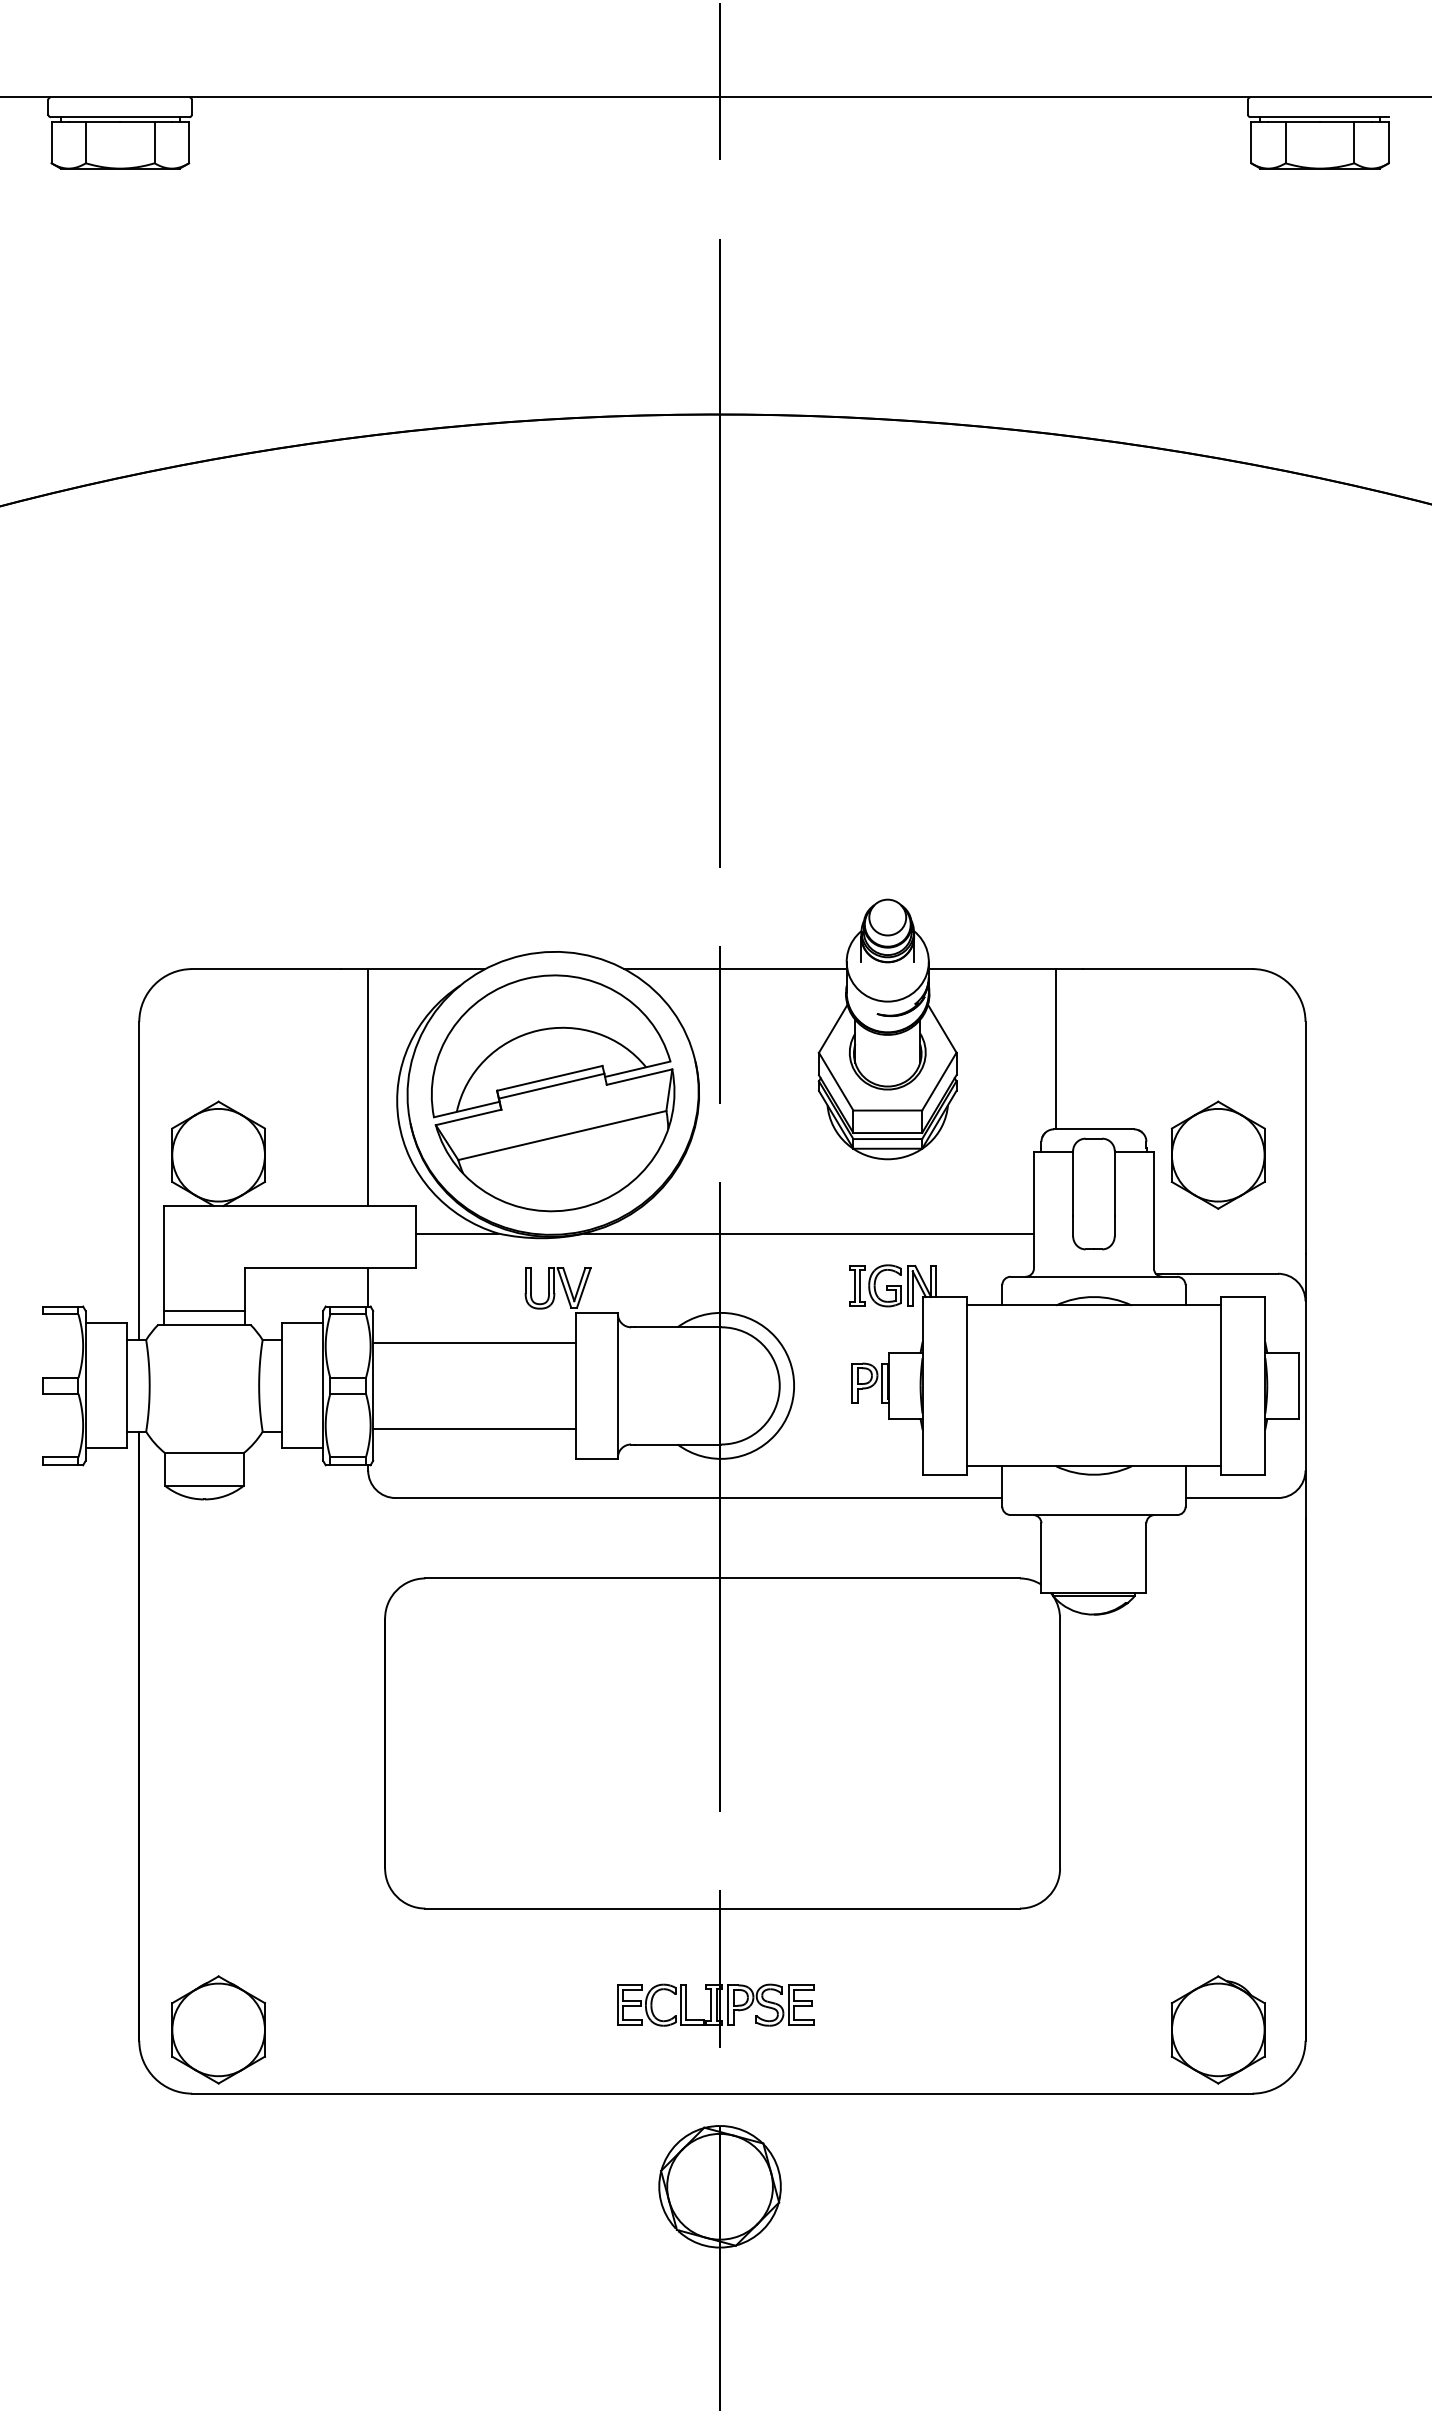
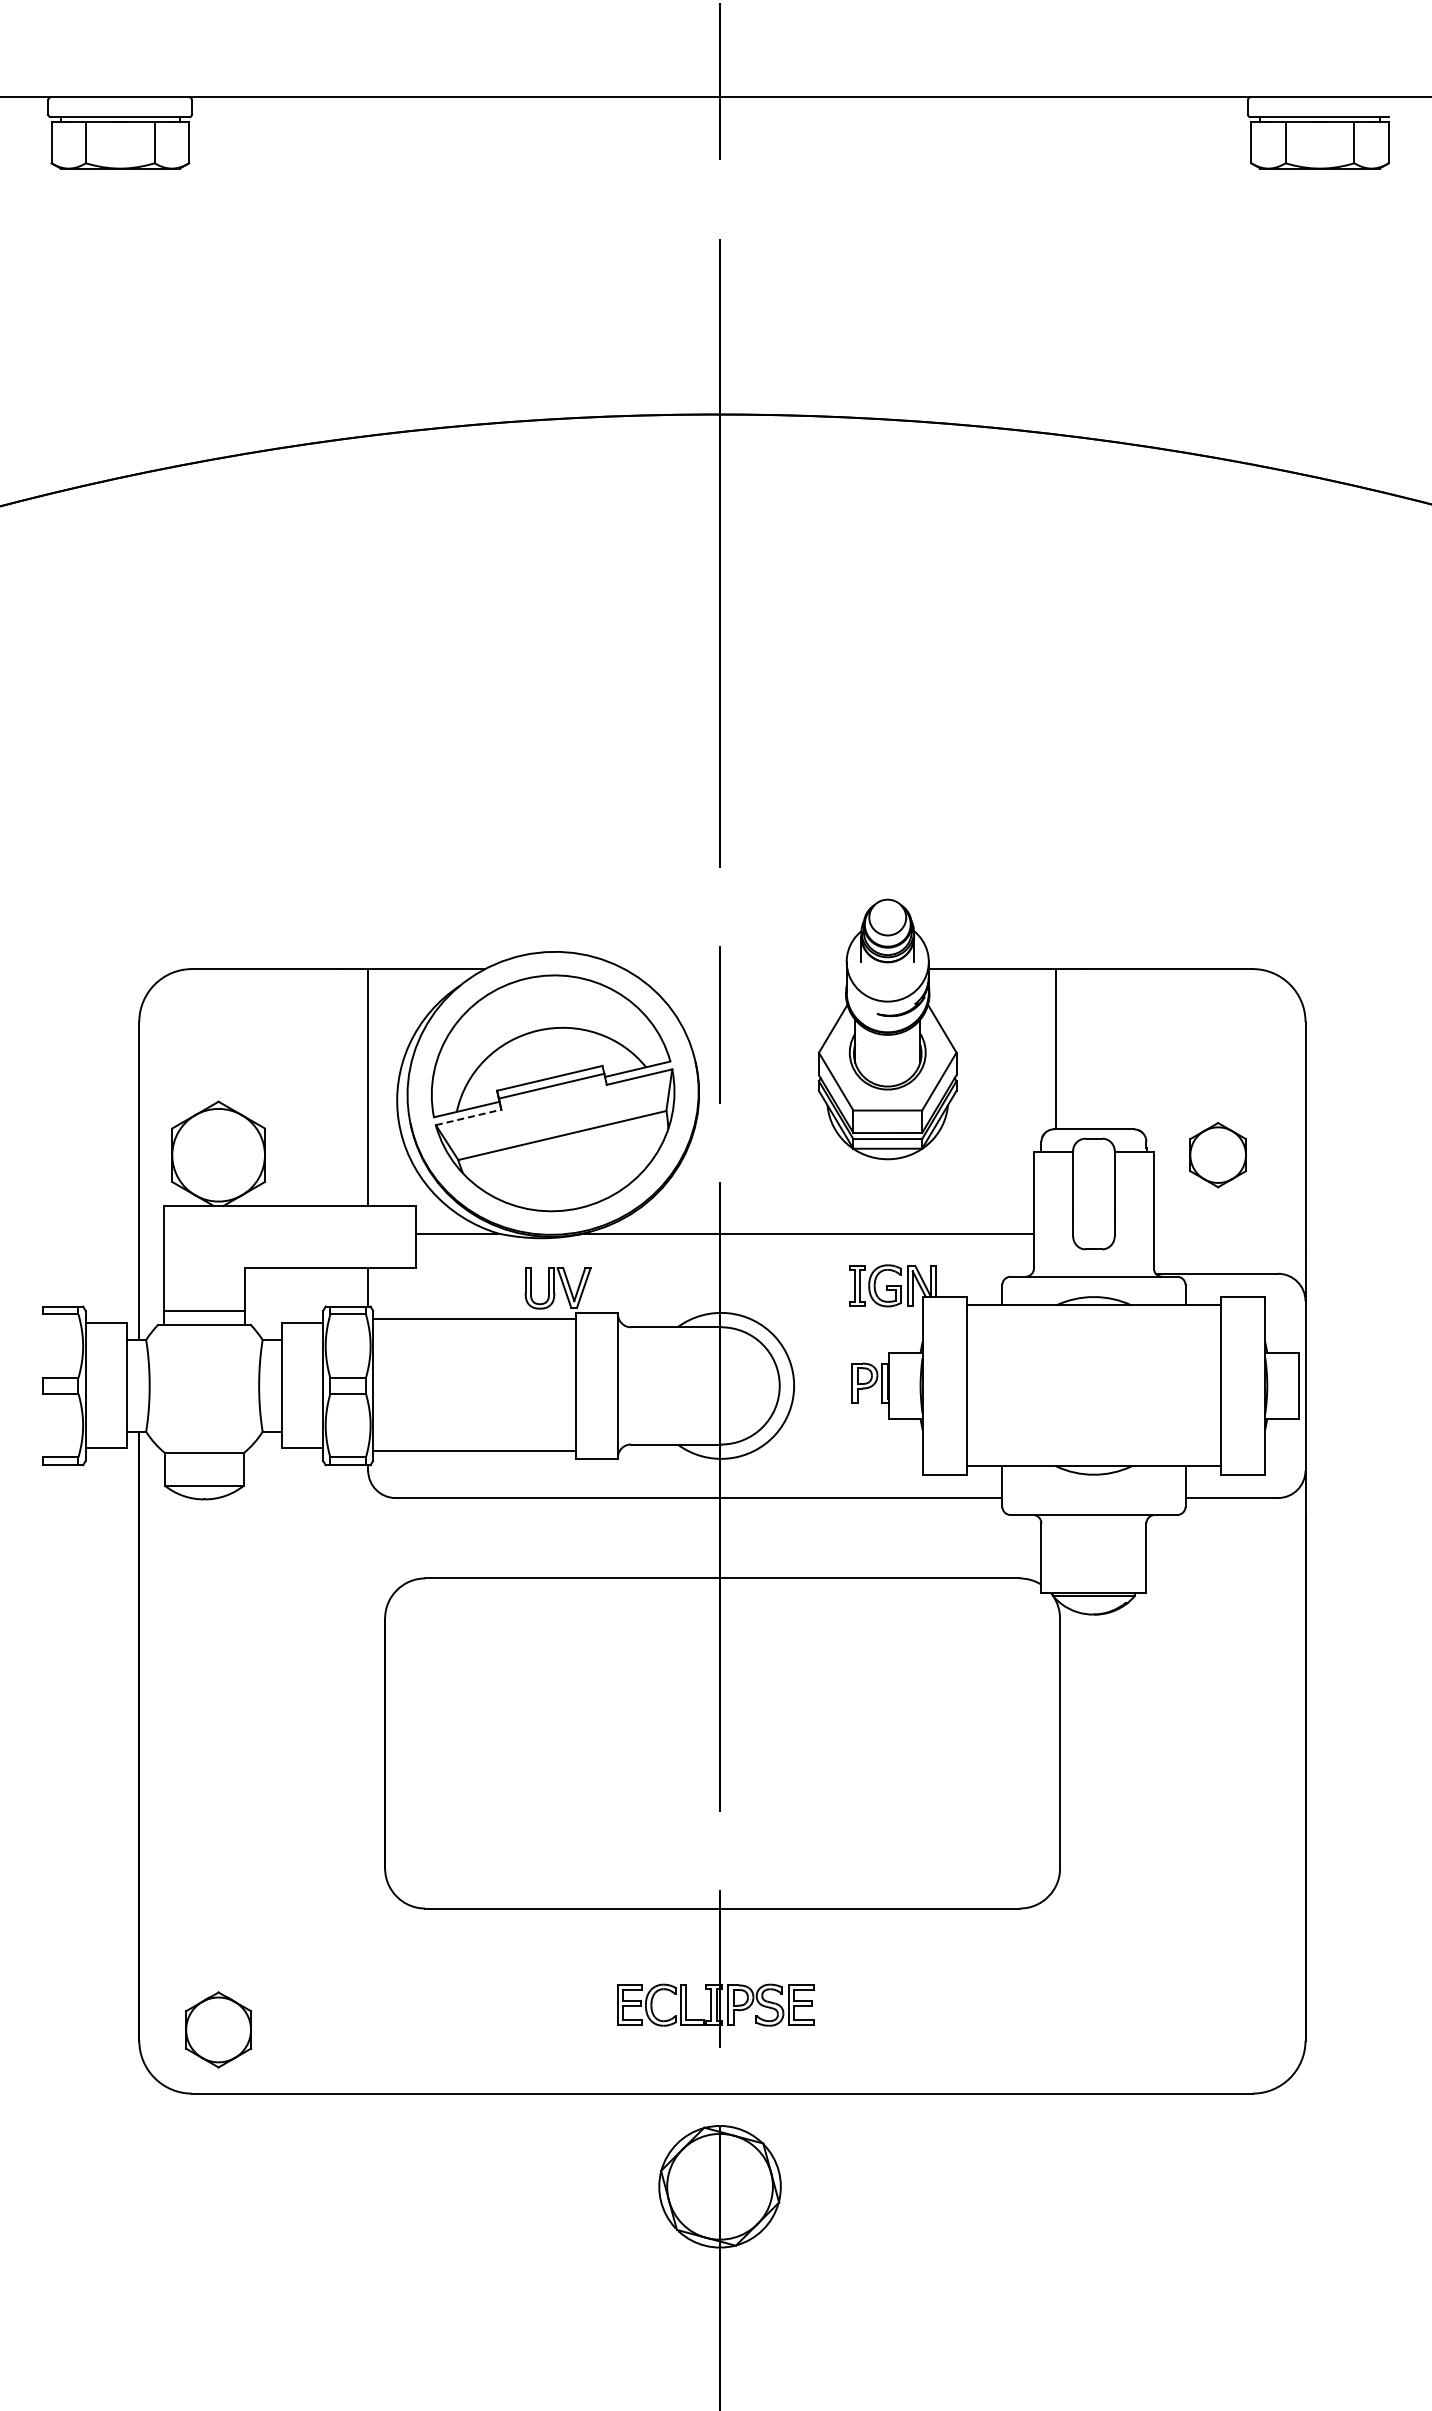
line at (735, 969): present -> none
line at (468, 1117): solid -> dashed
part at (1217, 1154) size: 96x110 px -> 58x67 px
line at (474, 1343) position: (474, 1343) -> (474, 1319)
line at (474, 1428) position: (474, 1428) -> (474, 1450)
part at (218, 2029) size: 95x110 px -> 67x78 px
part at (1217, 2029): present -> none
